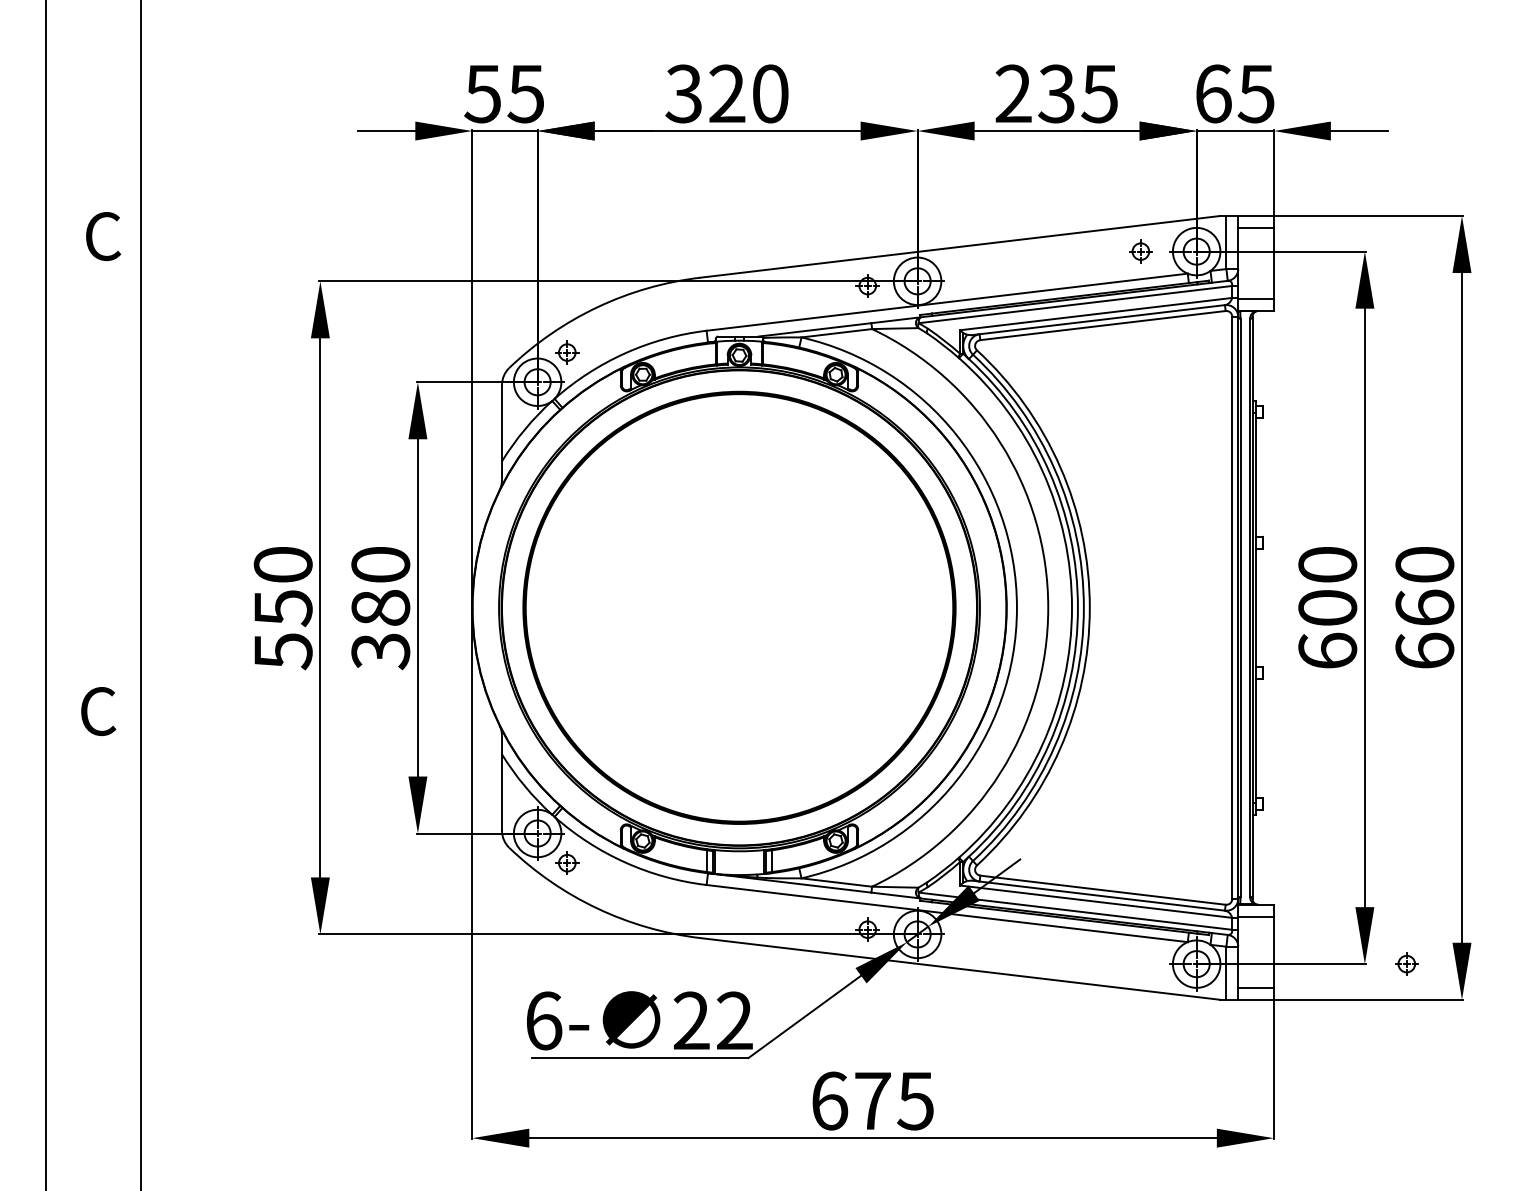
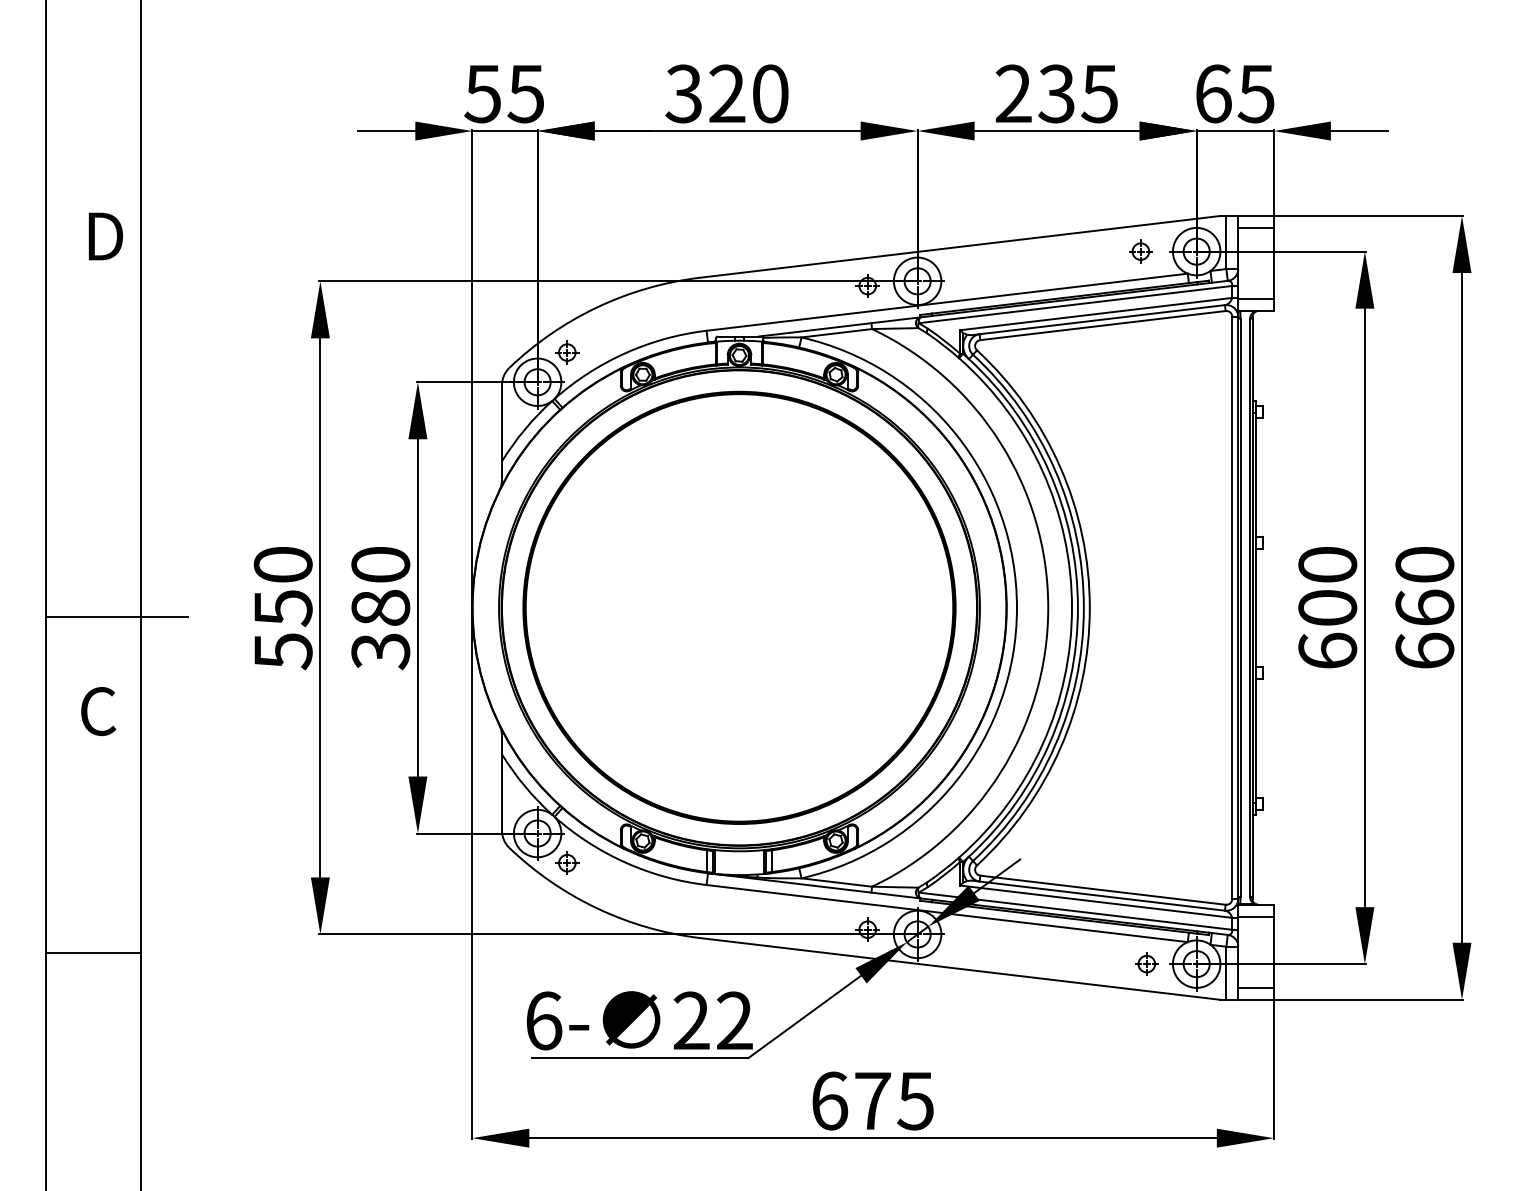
text at (104, 236): C -> D
line at (116, 617): none -> present
line at (92, 952): none -> present
part at (1406, 963) position: (1406, 963) -> (1146, 963)
